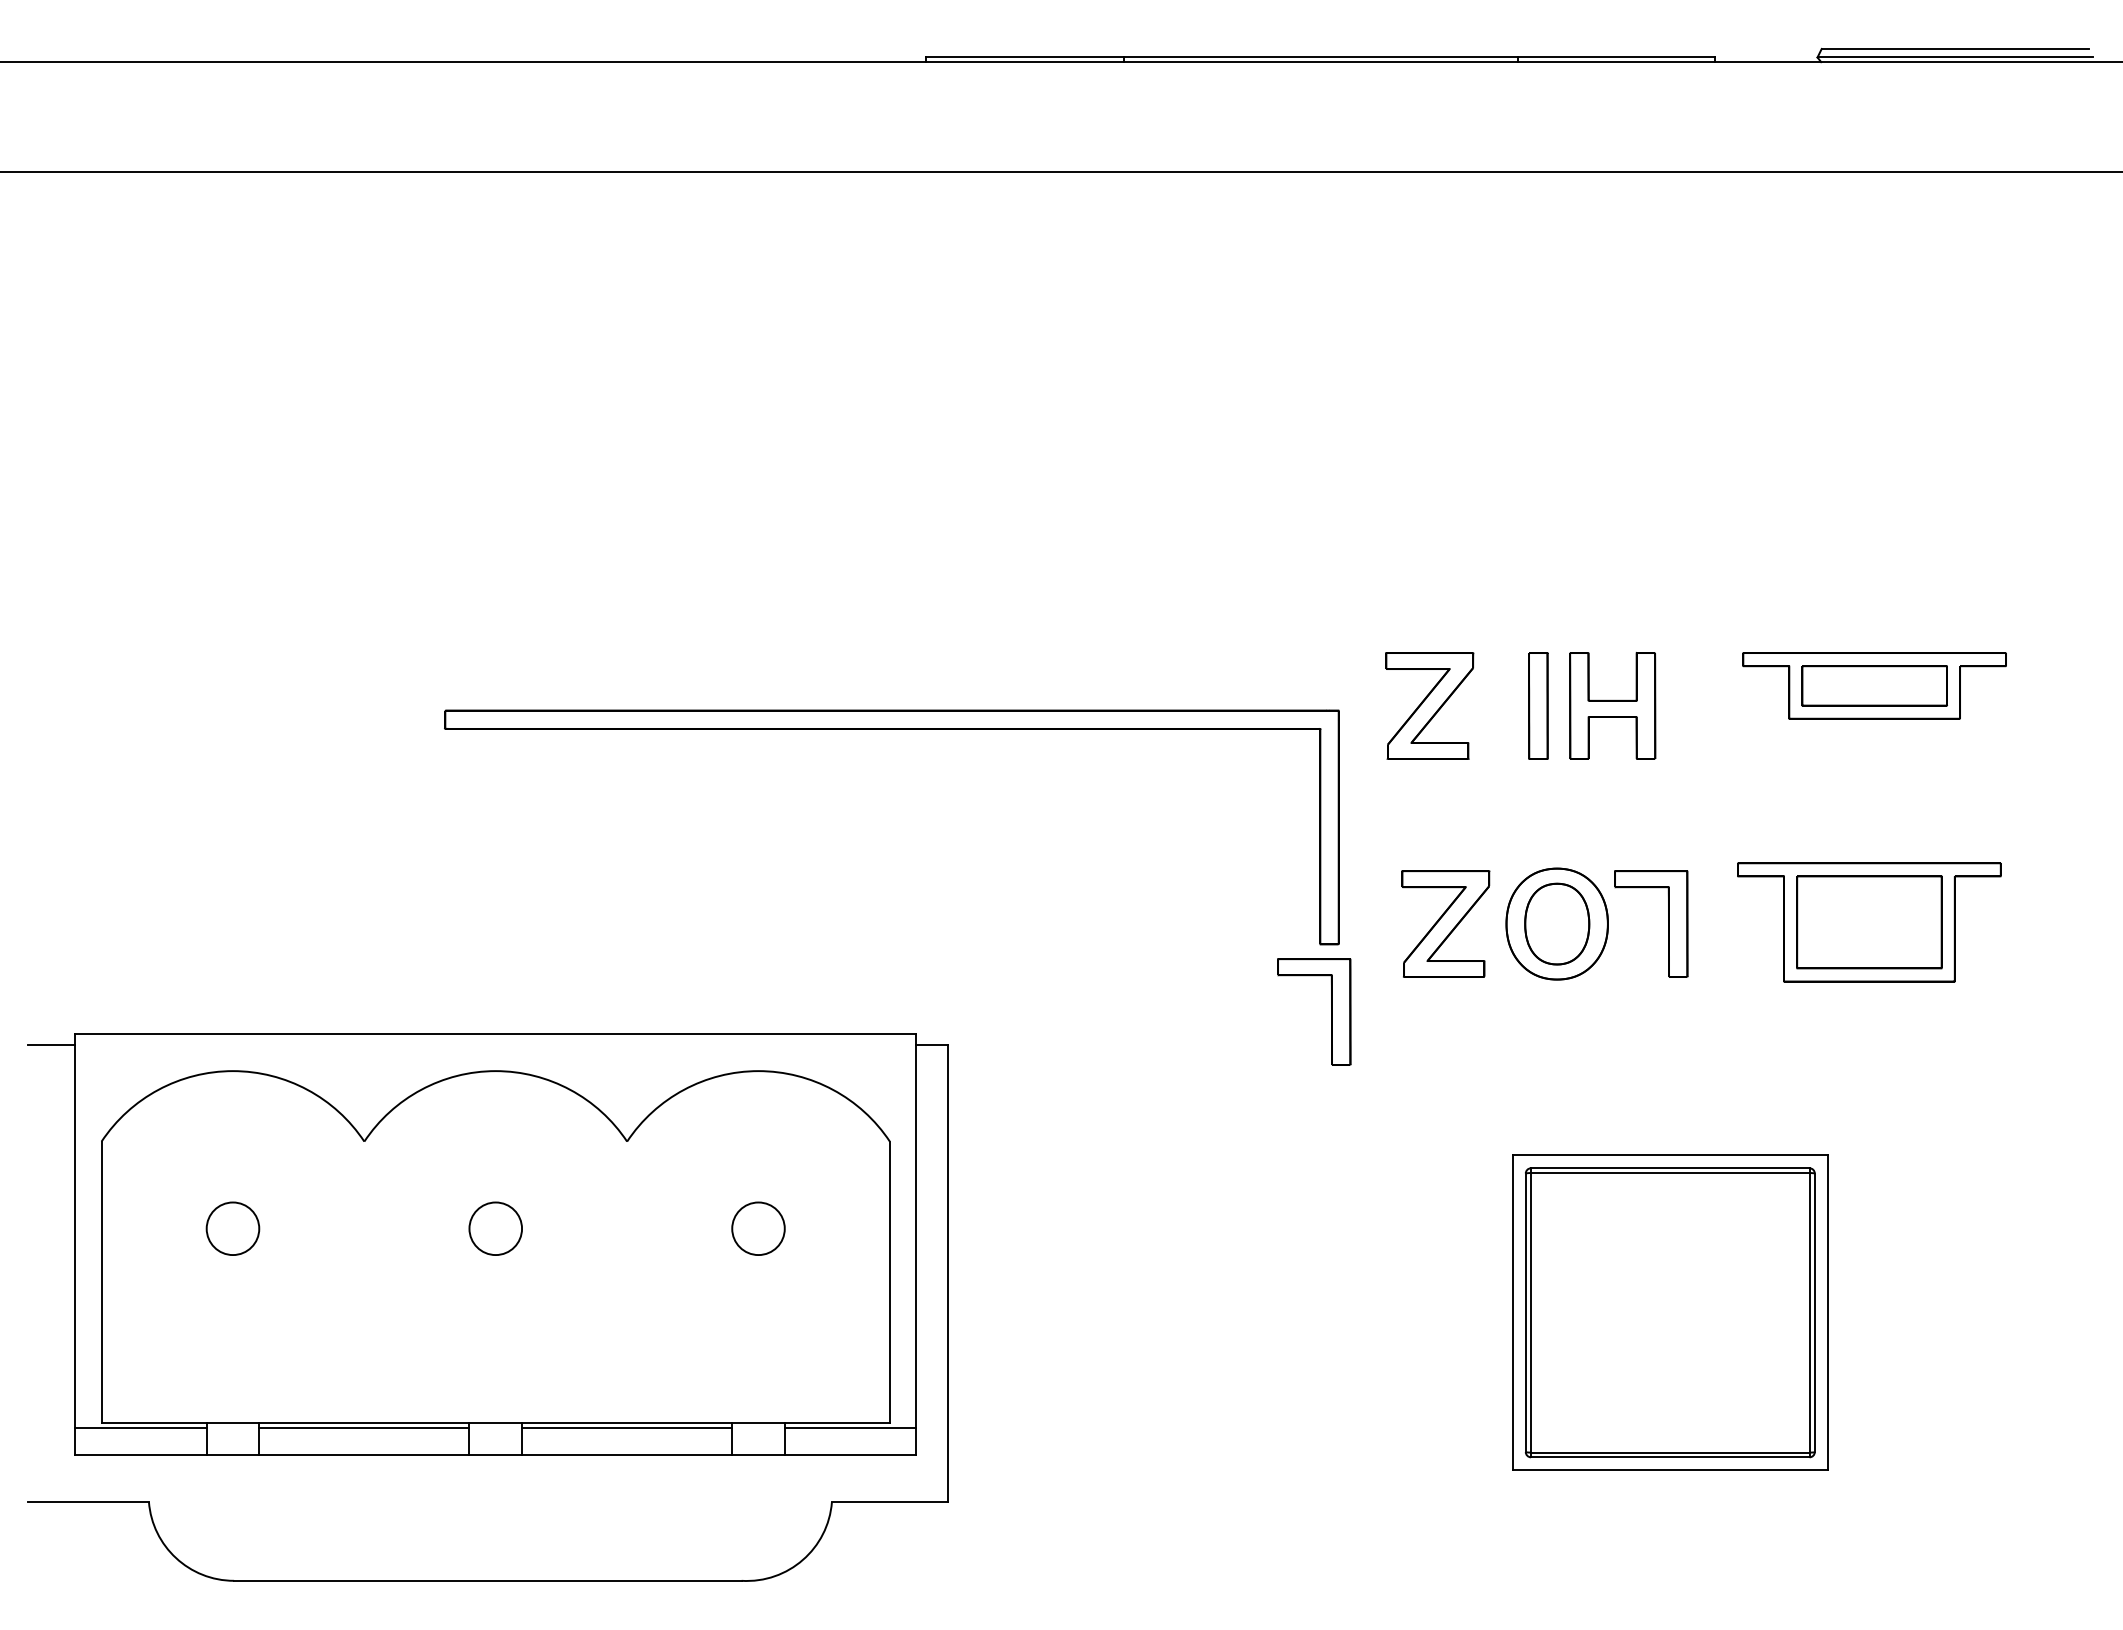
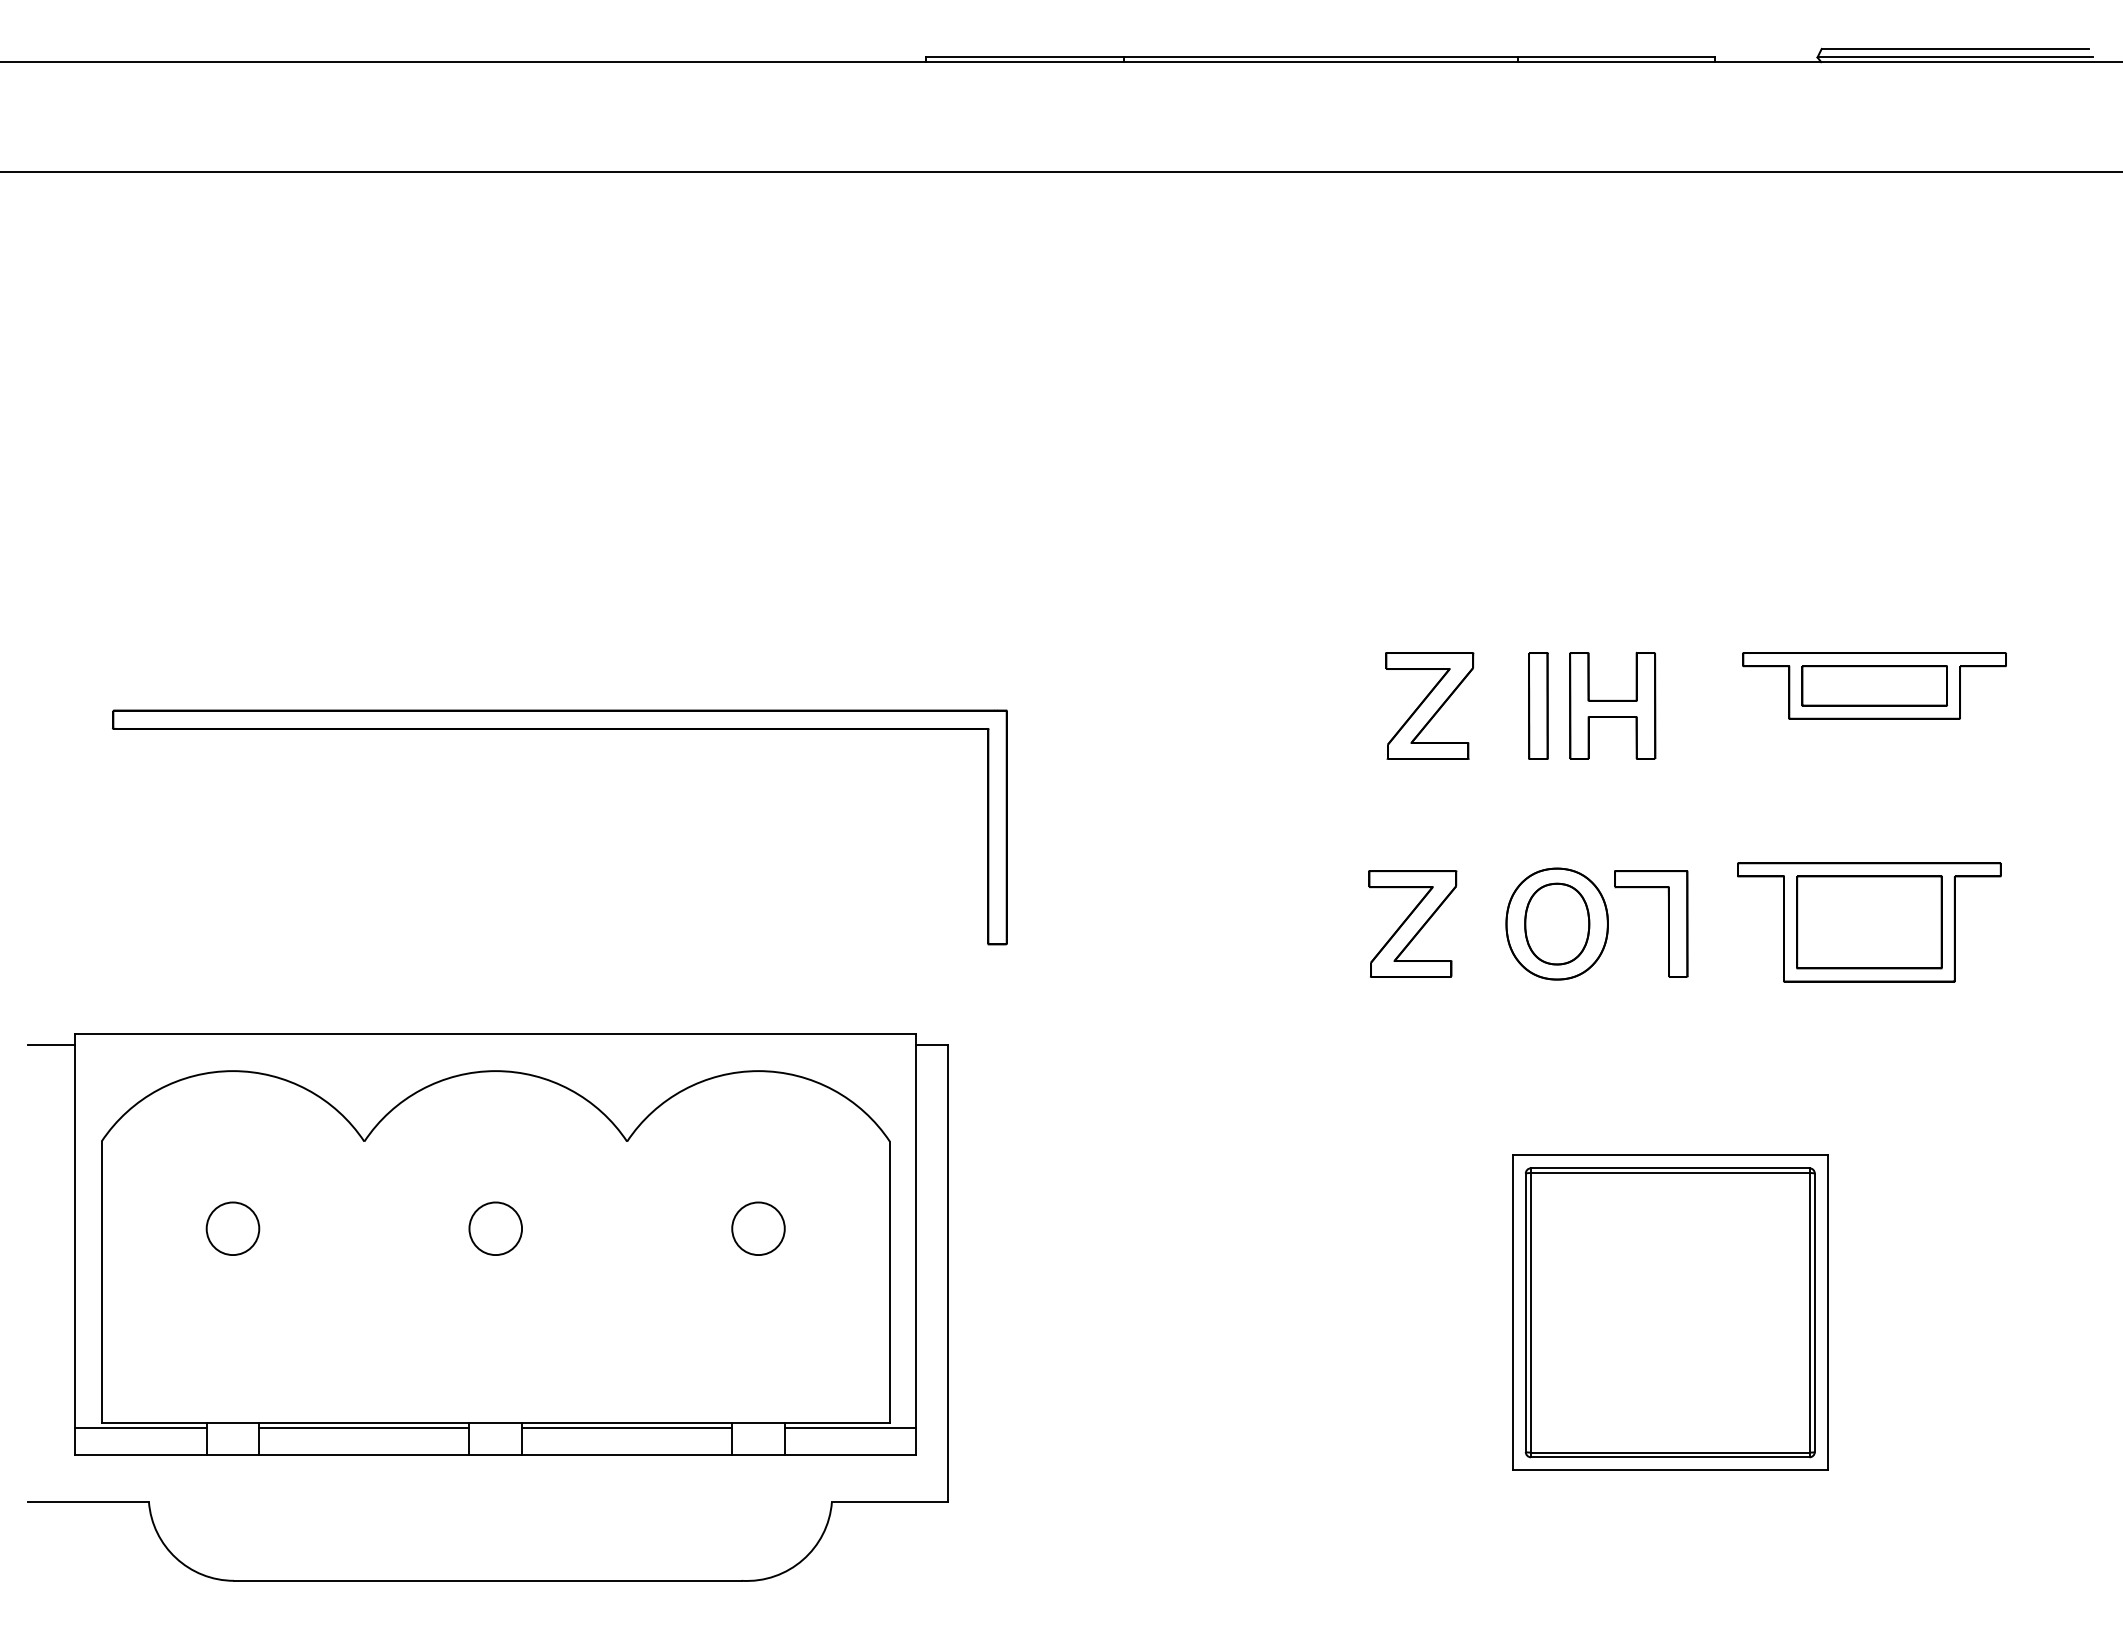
part at (891, 729) position: (891, 729) -> (559, 729)
part at (1445, 923) position: (1445, 923) -> (1412, 923)
part at (1331, 1011): present -> none
